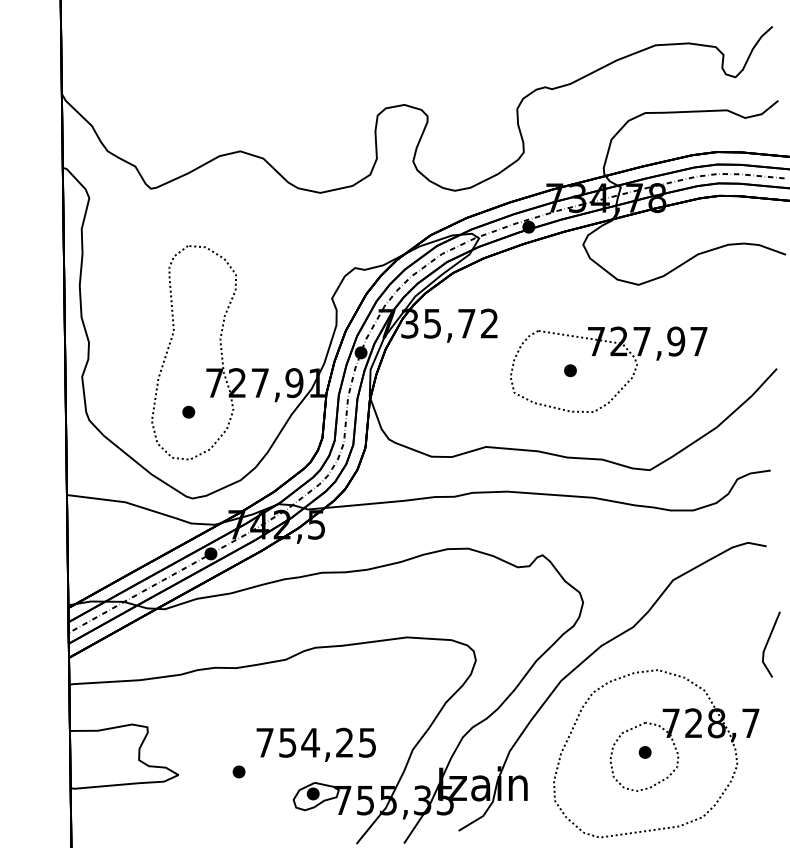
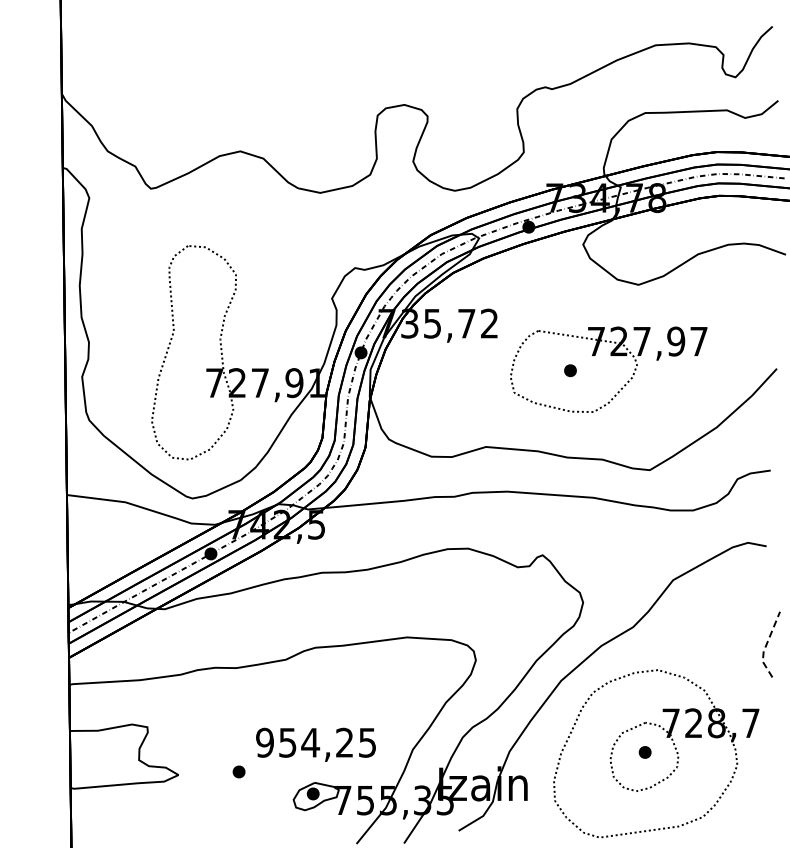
part at (188, 411): present -> none
line at (765, 646): solid -> dashed
text at (264, 742): 754,25 -> 954,25
